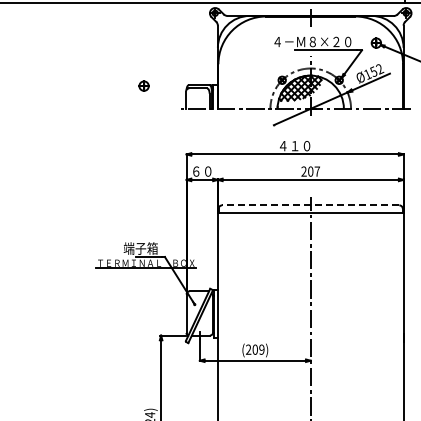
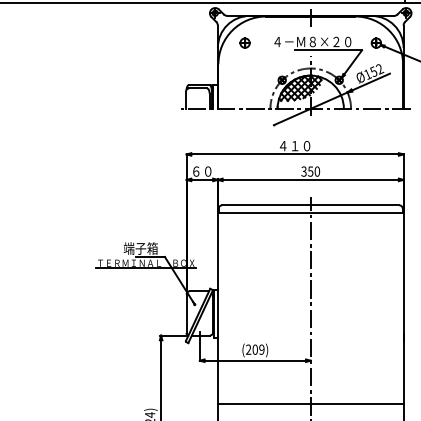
part at (143, 85) position: (143, 85) -> (244, 42)
text at (310, 171): 207 -> 350
line at (310, 205): dashed -> solid
line at (310, 403): none -> present
